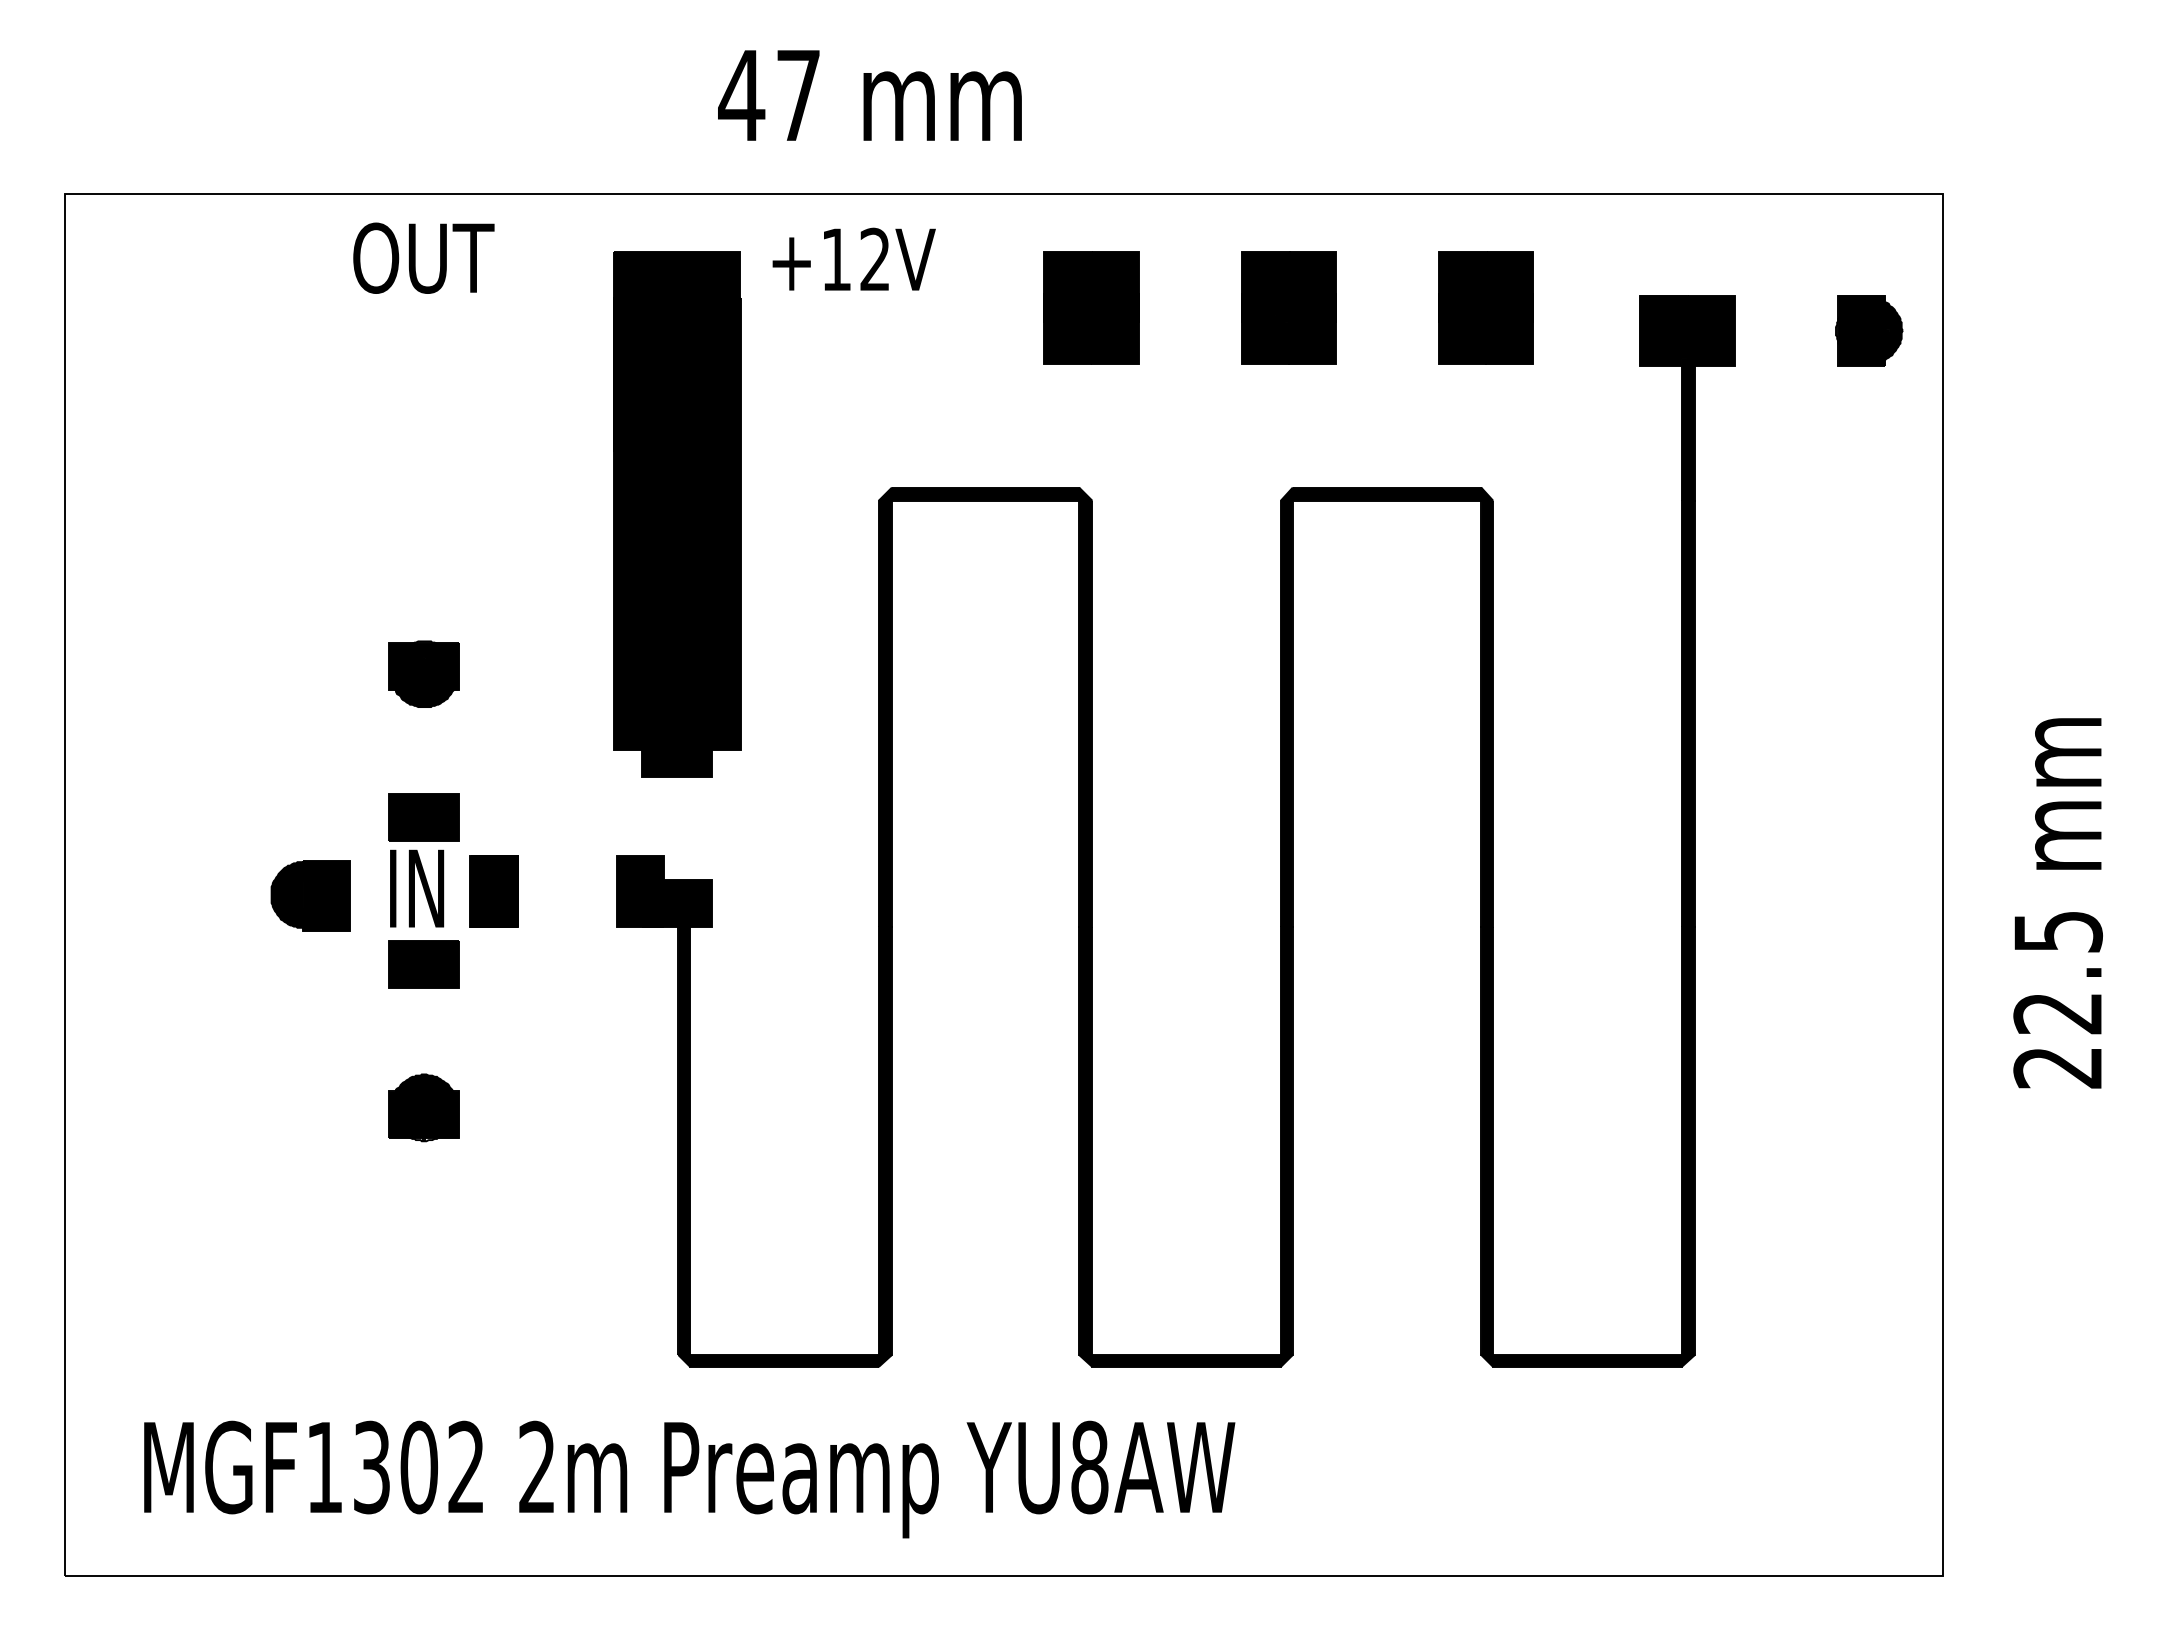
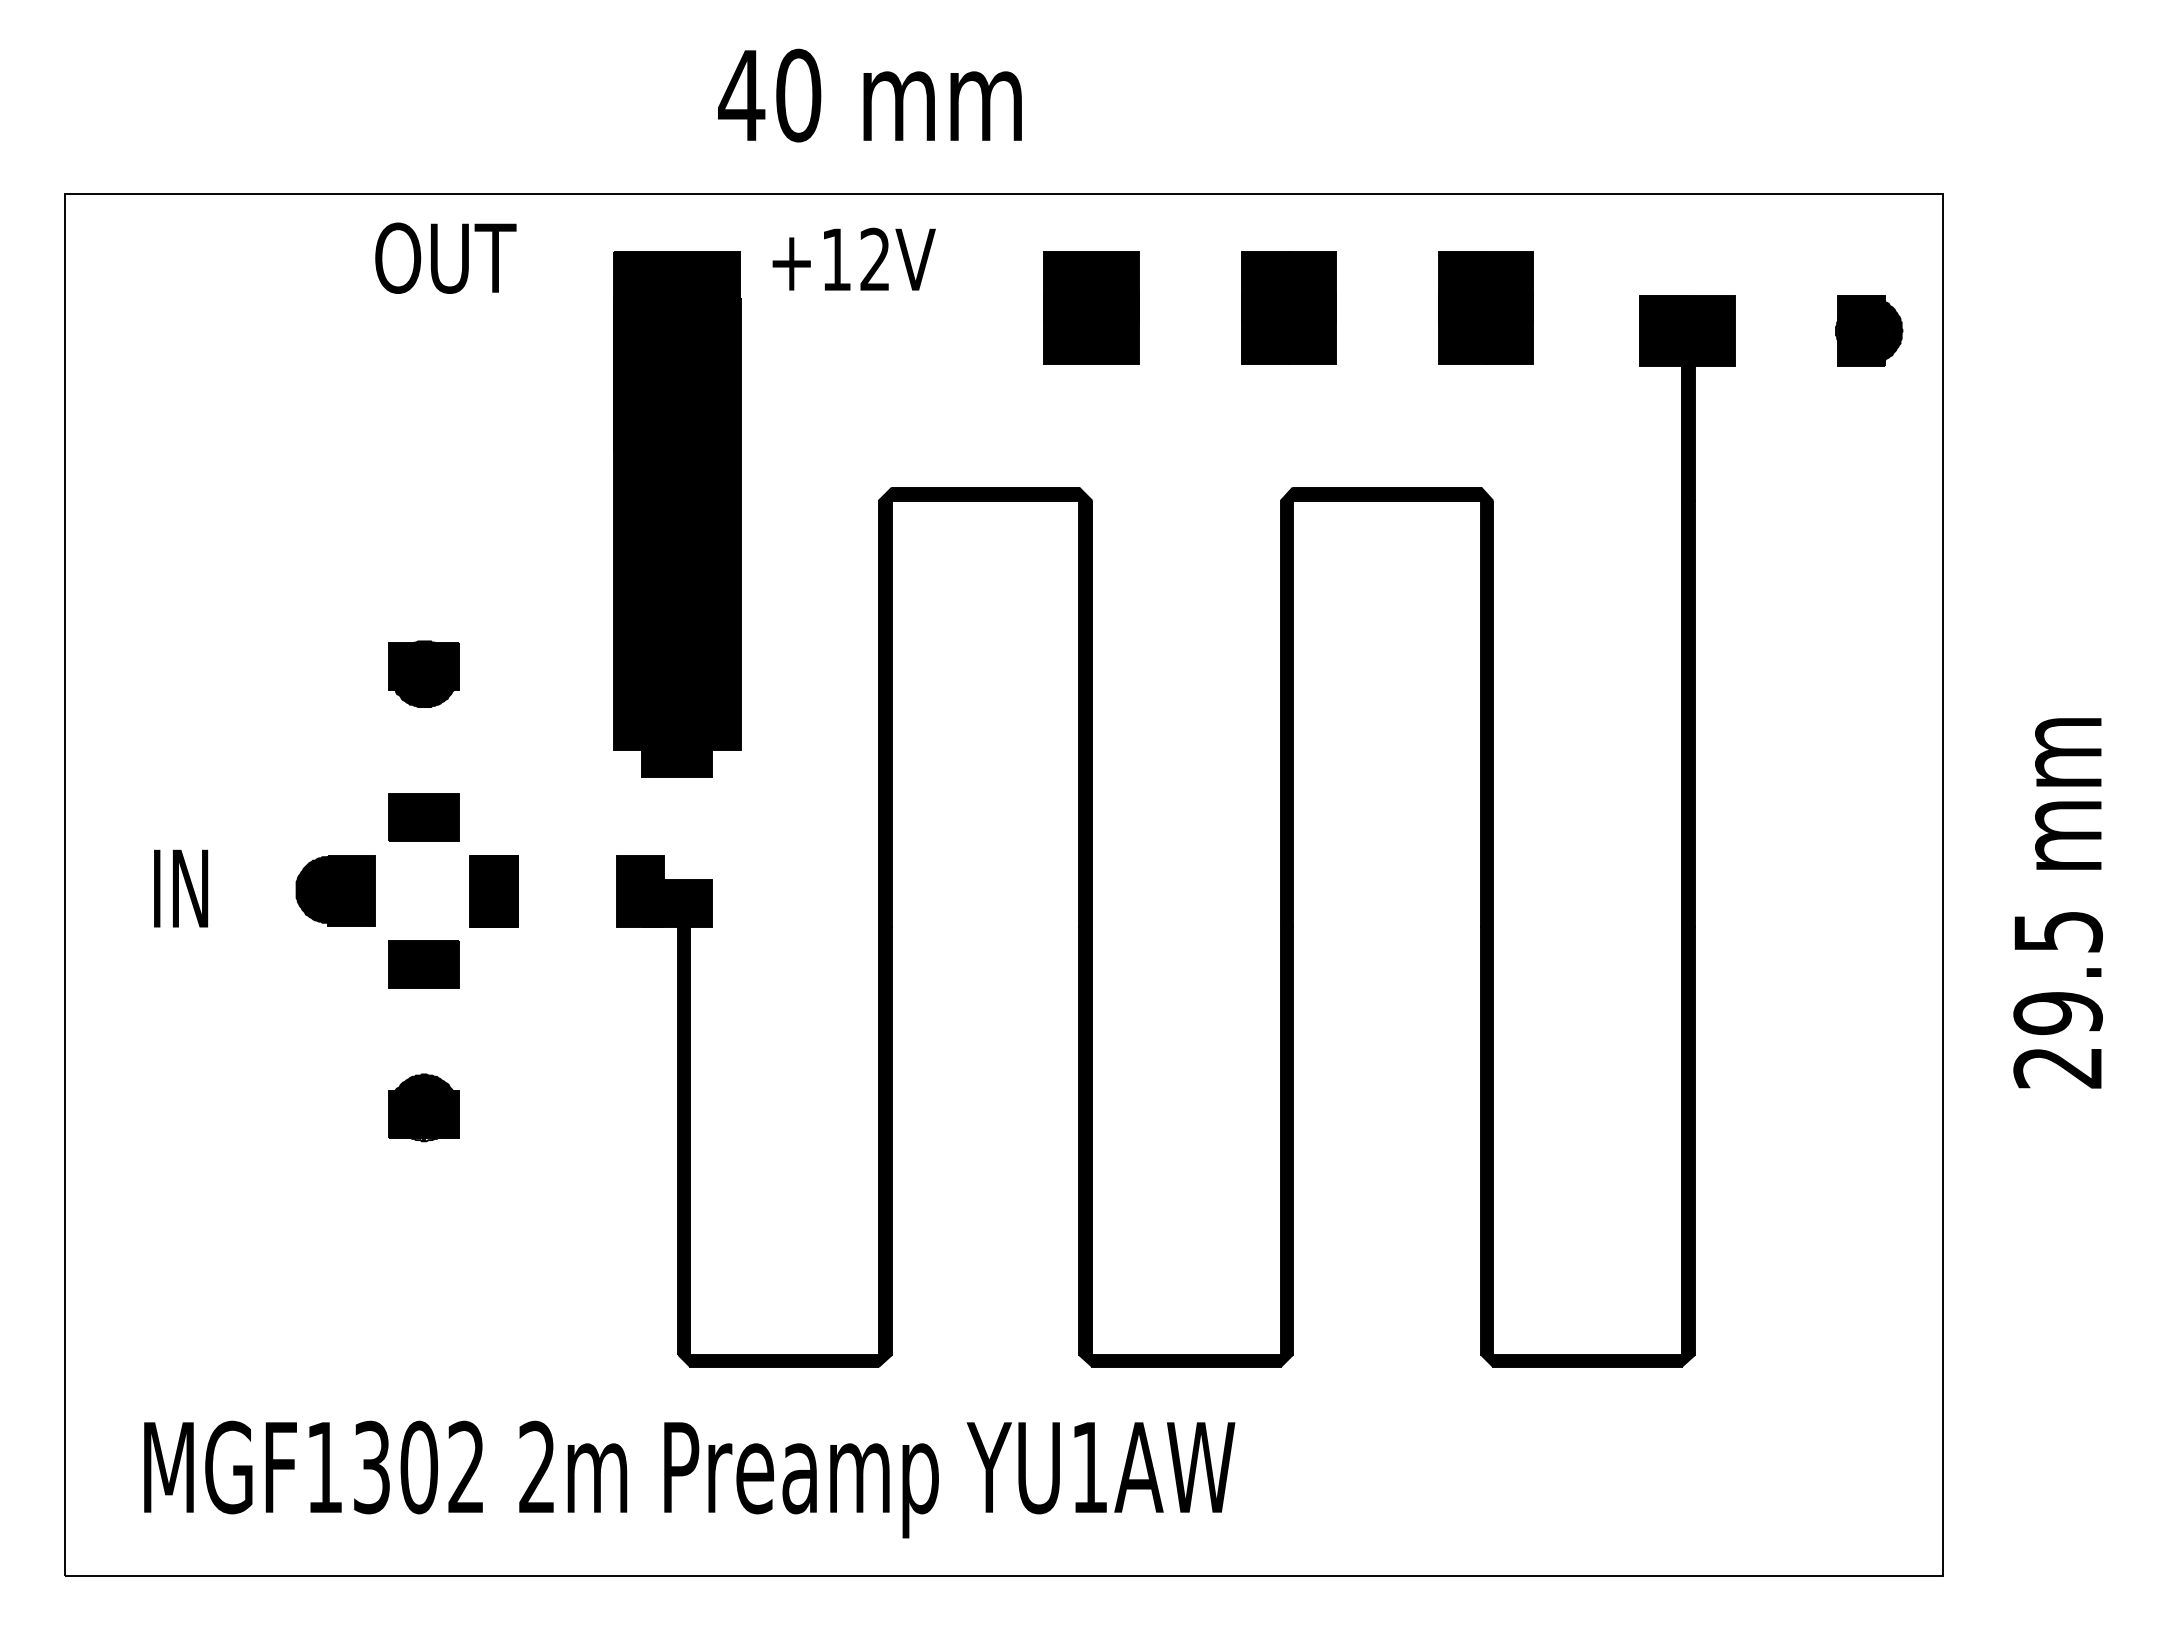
text at (798, 95): 47 -> 40
text at (423, 257) position: (423, 257) -> (445, 257)
text at (417, 888) position: (417, 888) -> (181, 888)
part at (310, 895) position: (310, 895) -> (335, 890)
text at (2057, 1013): 22.5 -> 29.5
text at (1089, 1467): YU8AW -> YU1AW
